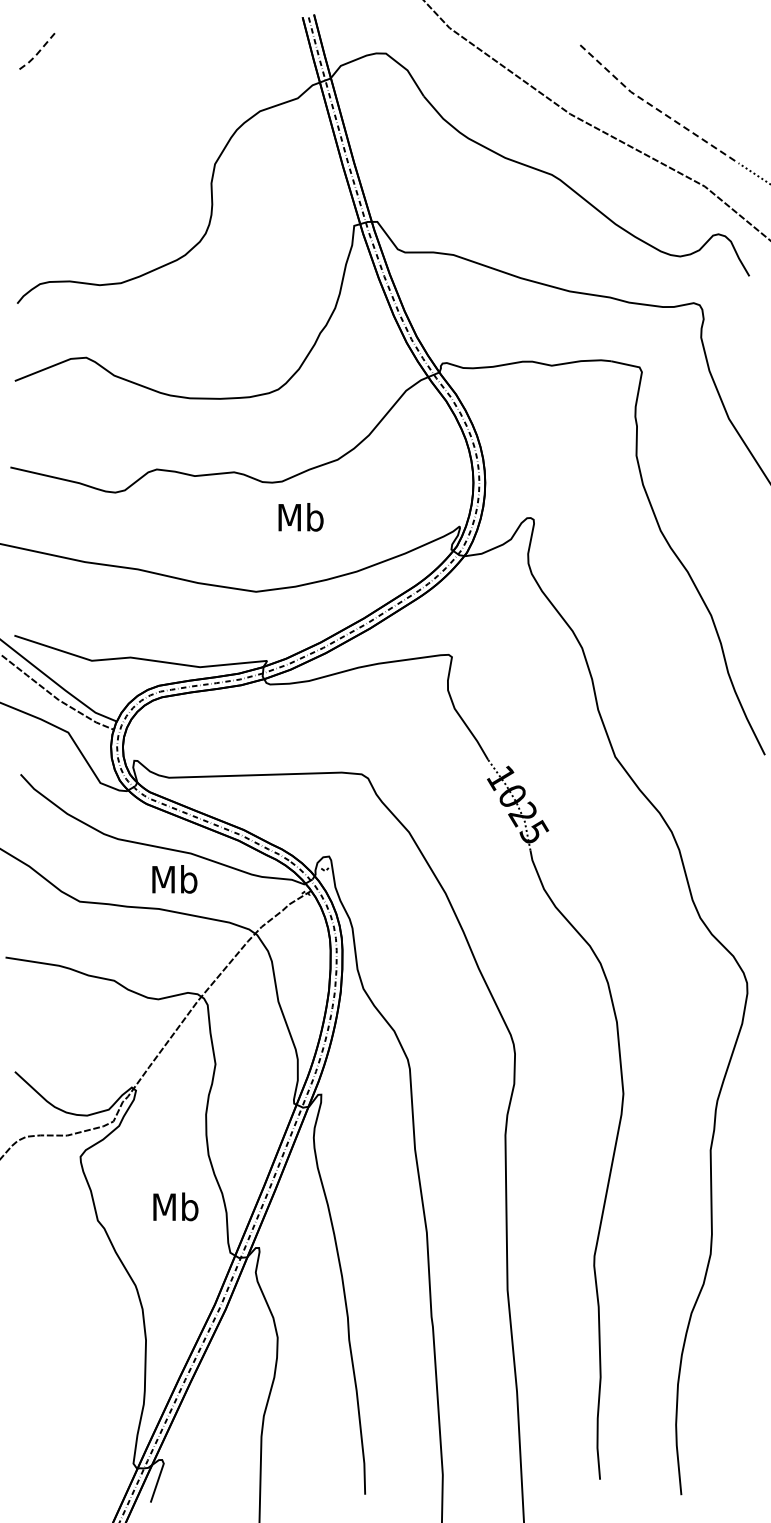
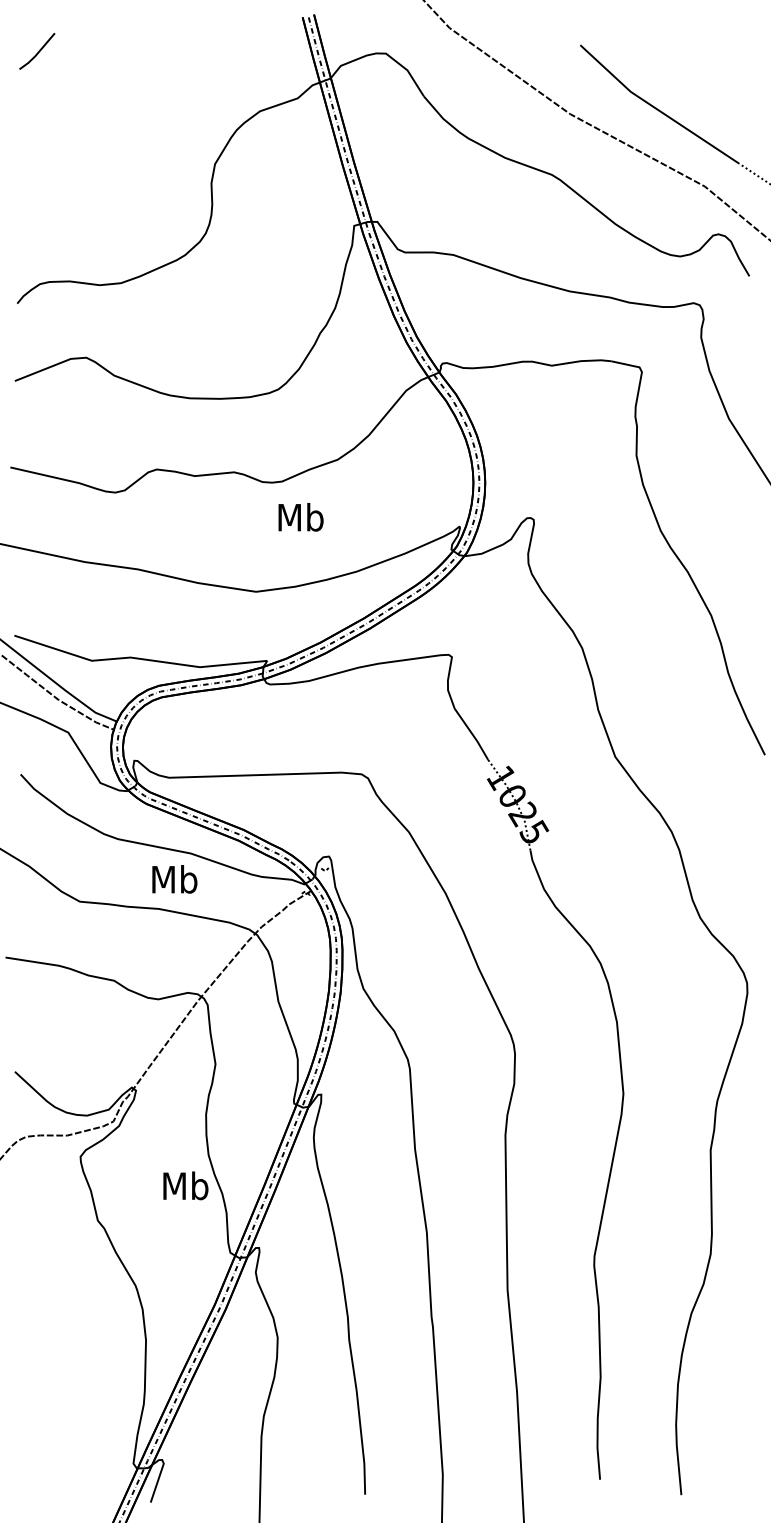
line at (37, 53): dashed -> solid
line at (655, 108): dashed -> solid
text at (175, 1206) position: (175, 1206) -> (185, 1185)
